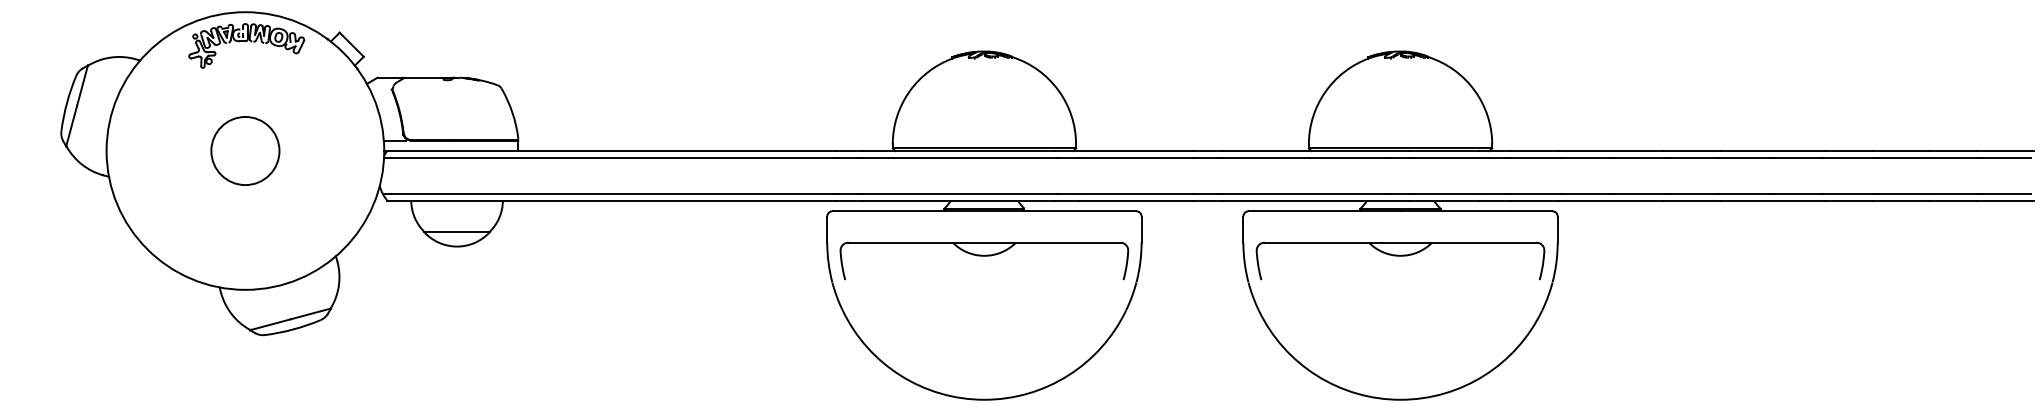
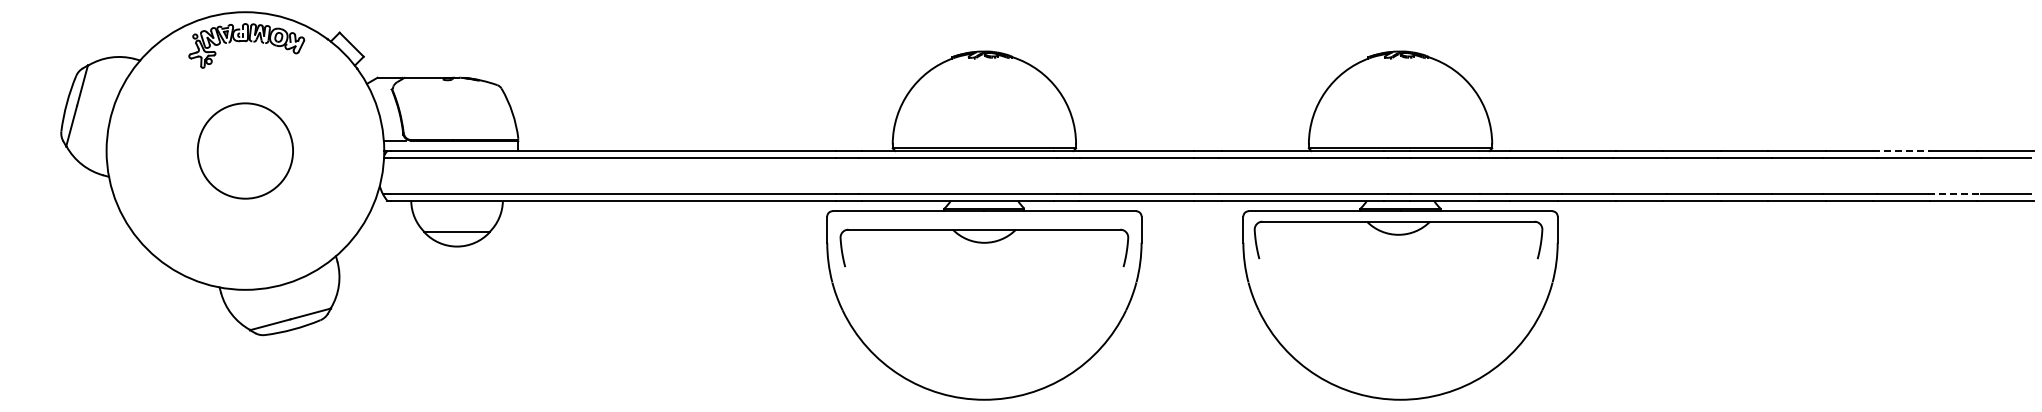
circle at (245, 150) diameter: 68 px -> 95 px
line at (1901, 151): solid -> dashed
line at (1954, 194): solid -> dashed
part at (984, 260) position: (984, 260) -> (984, 247)
part at (1400, 260) position: (1400, 260) -> (1398, 239)
